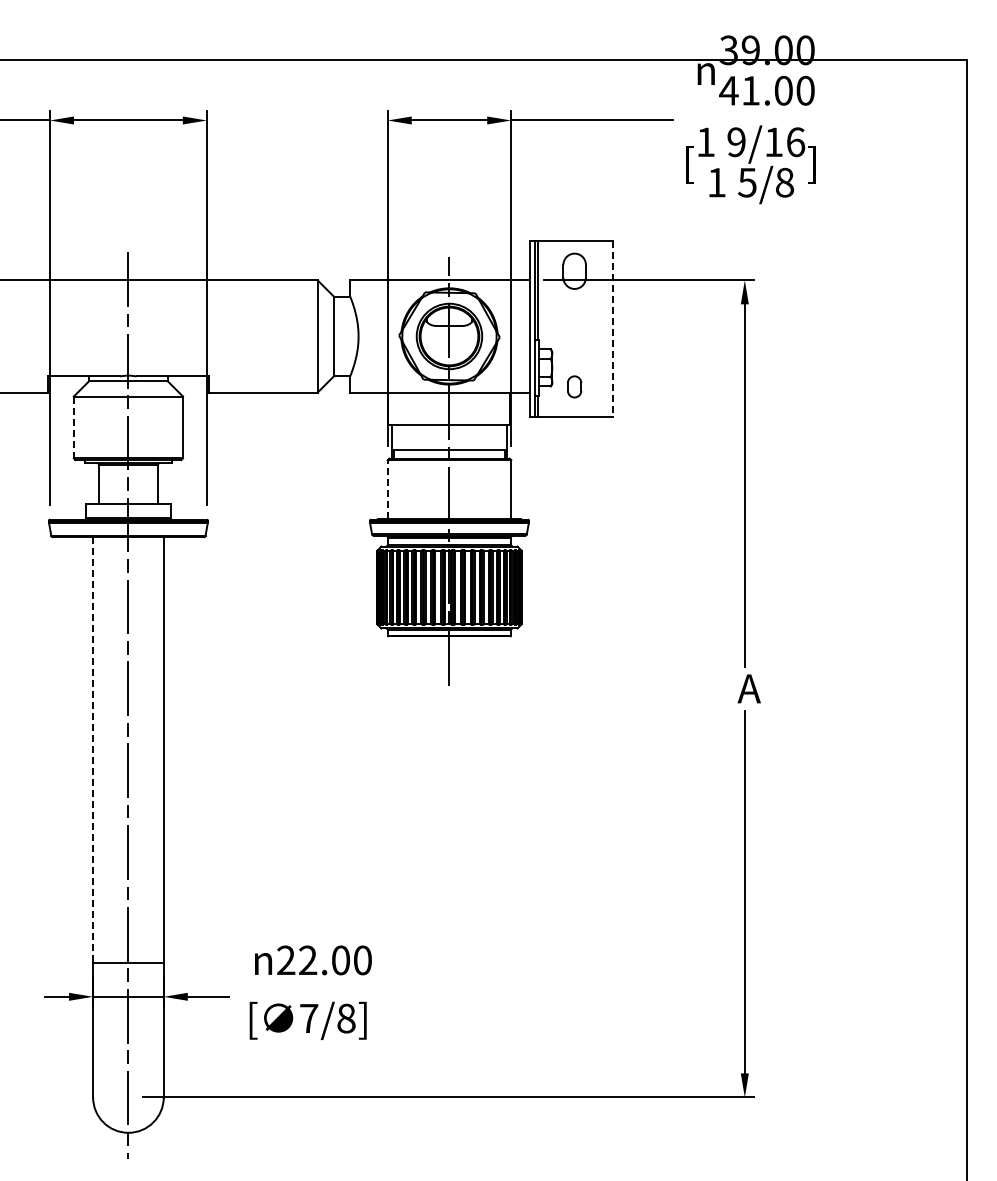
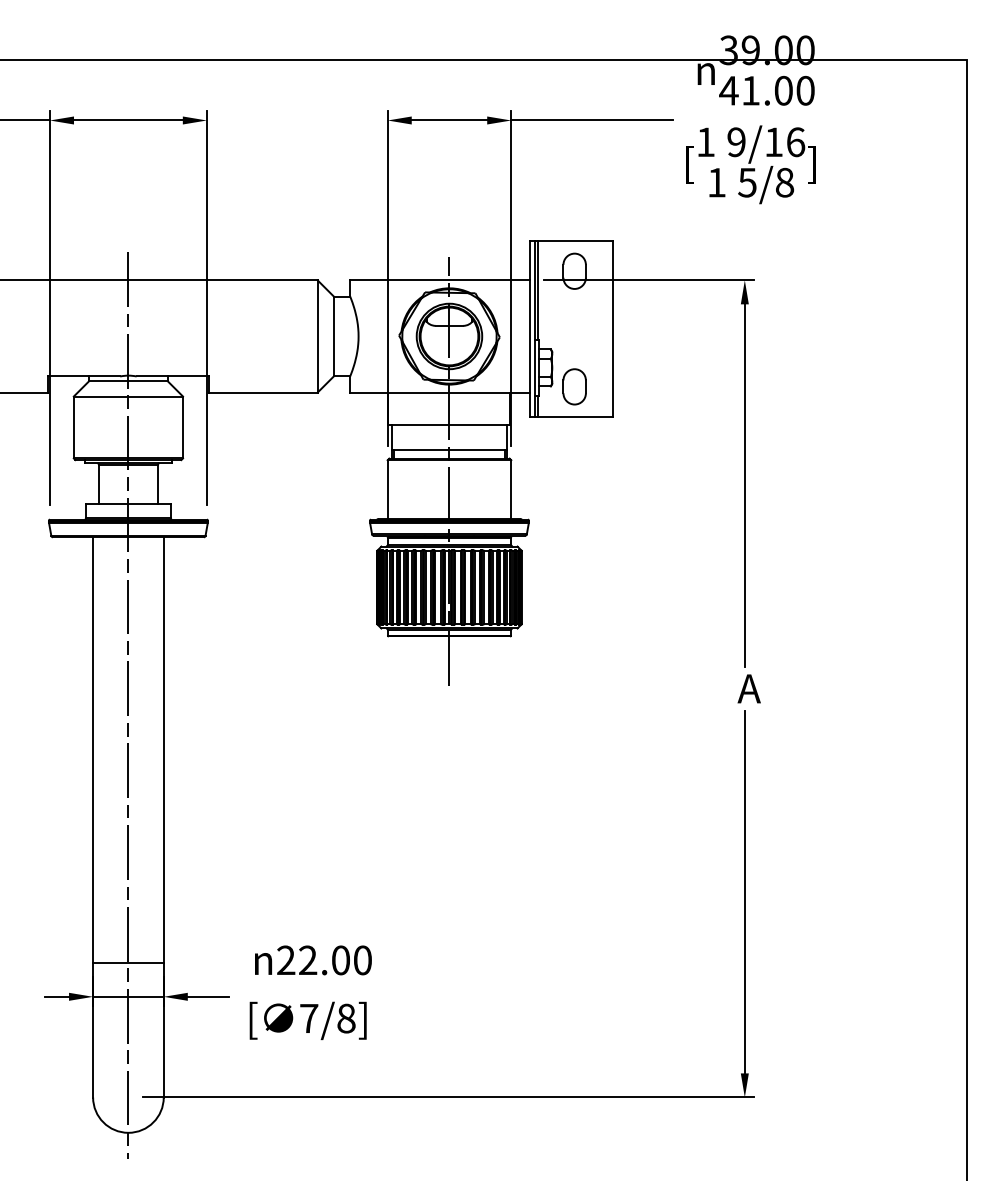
line at (613, 329): dashed -> solid
part at (574, 386) size: 16x24 px -> 25x38 px
line at (73, 427): dashed -> solid
line at (387, 489): dashed -> solid
line at (93, 749): dashed -> solid
